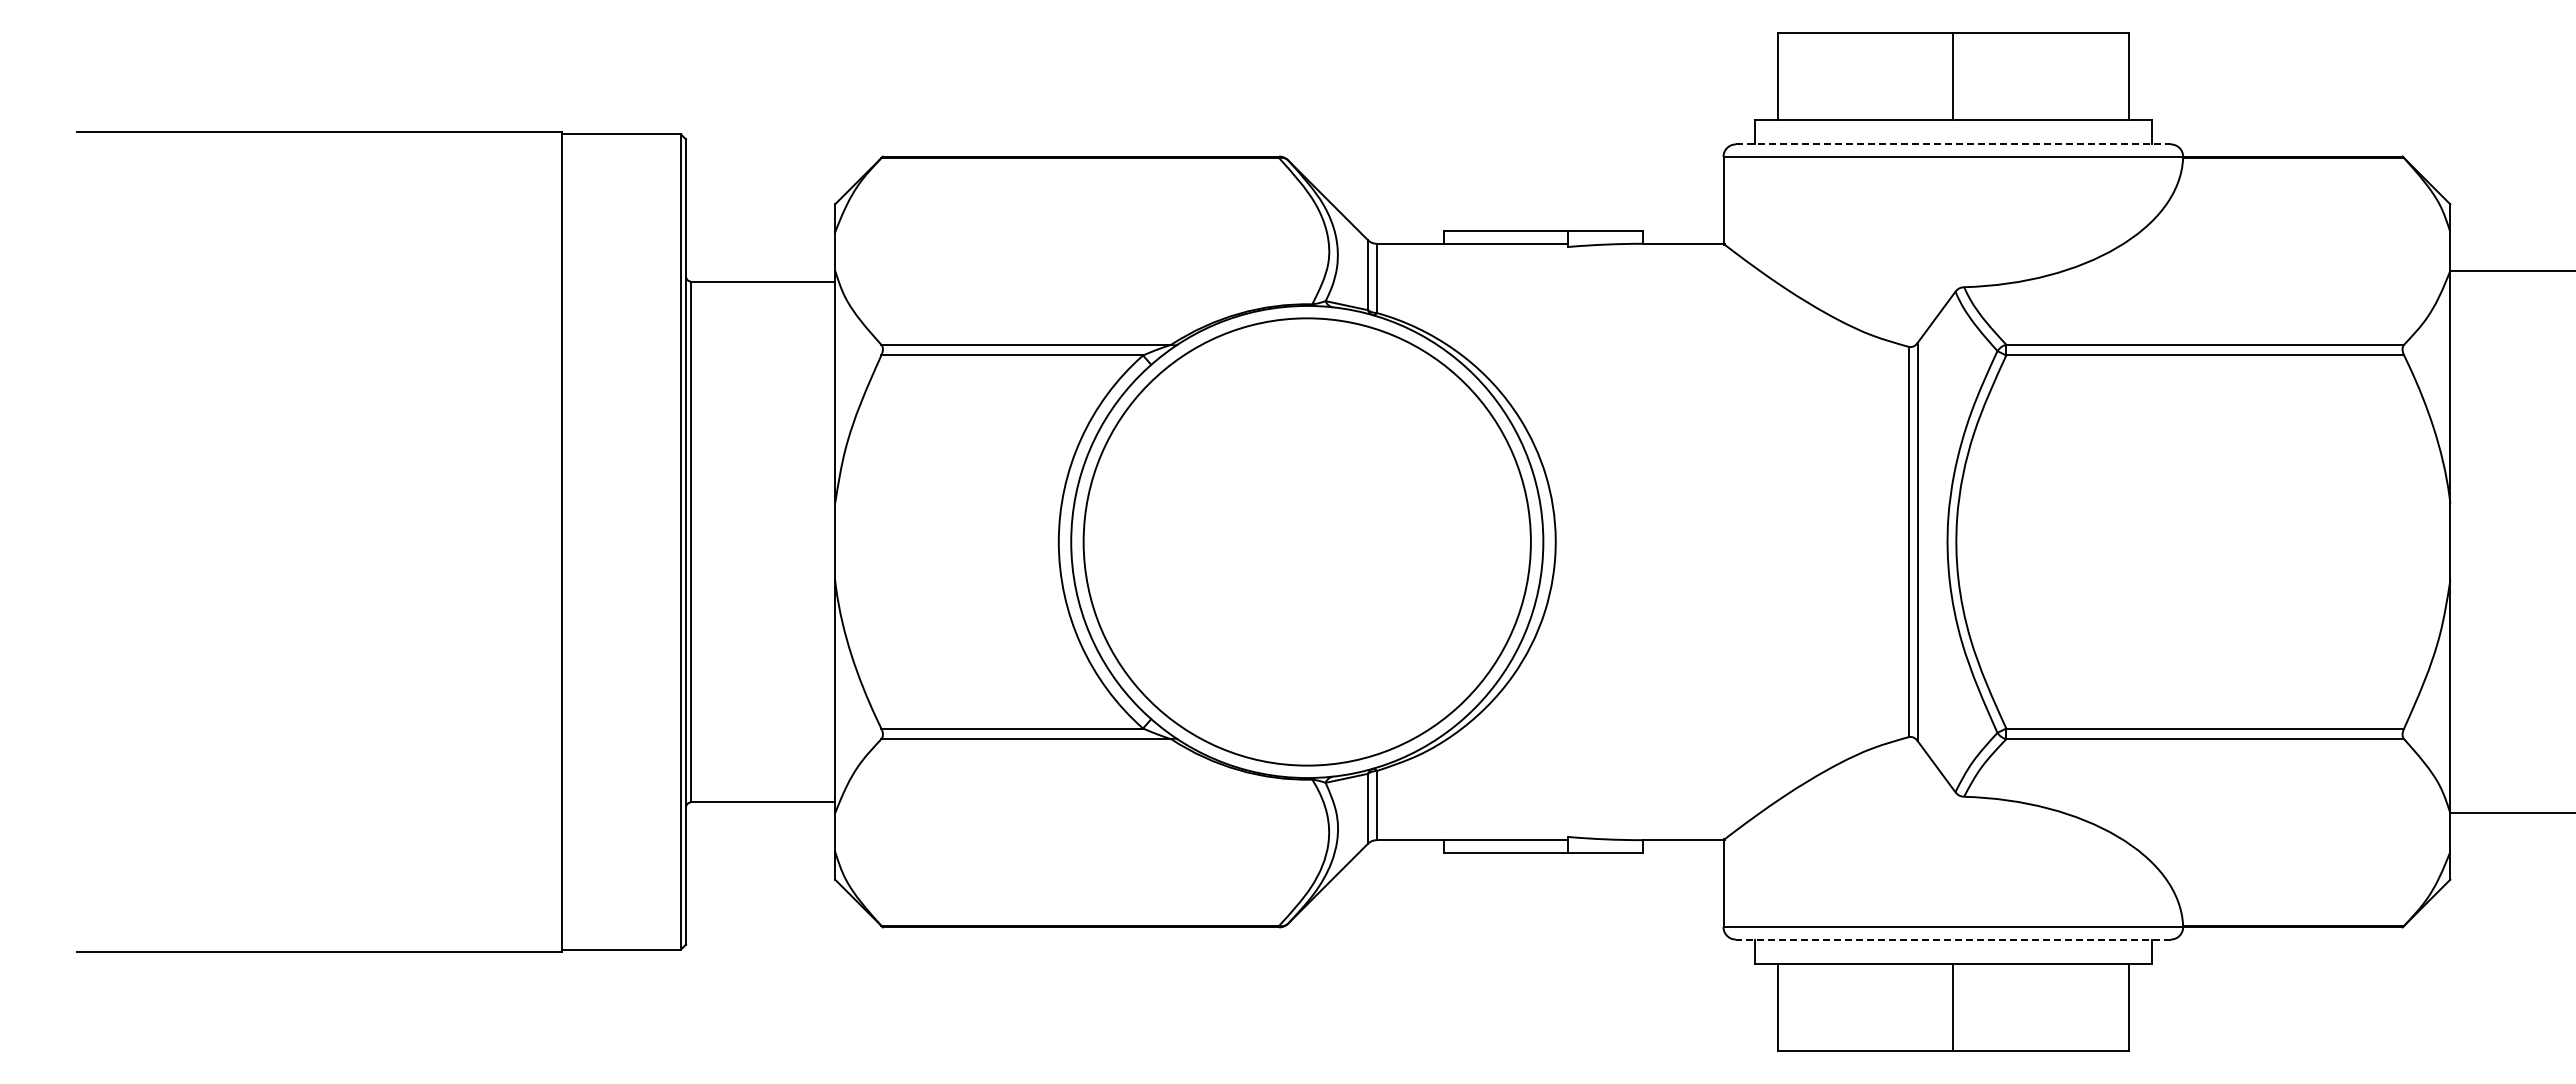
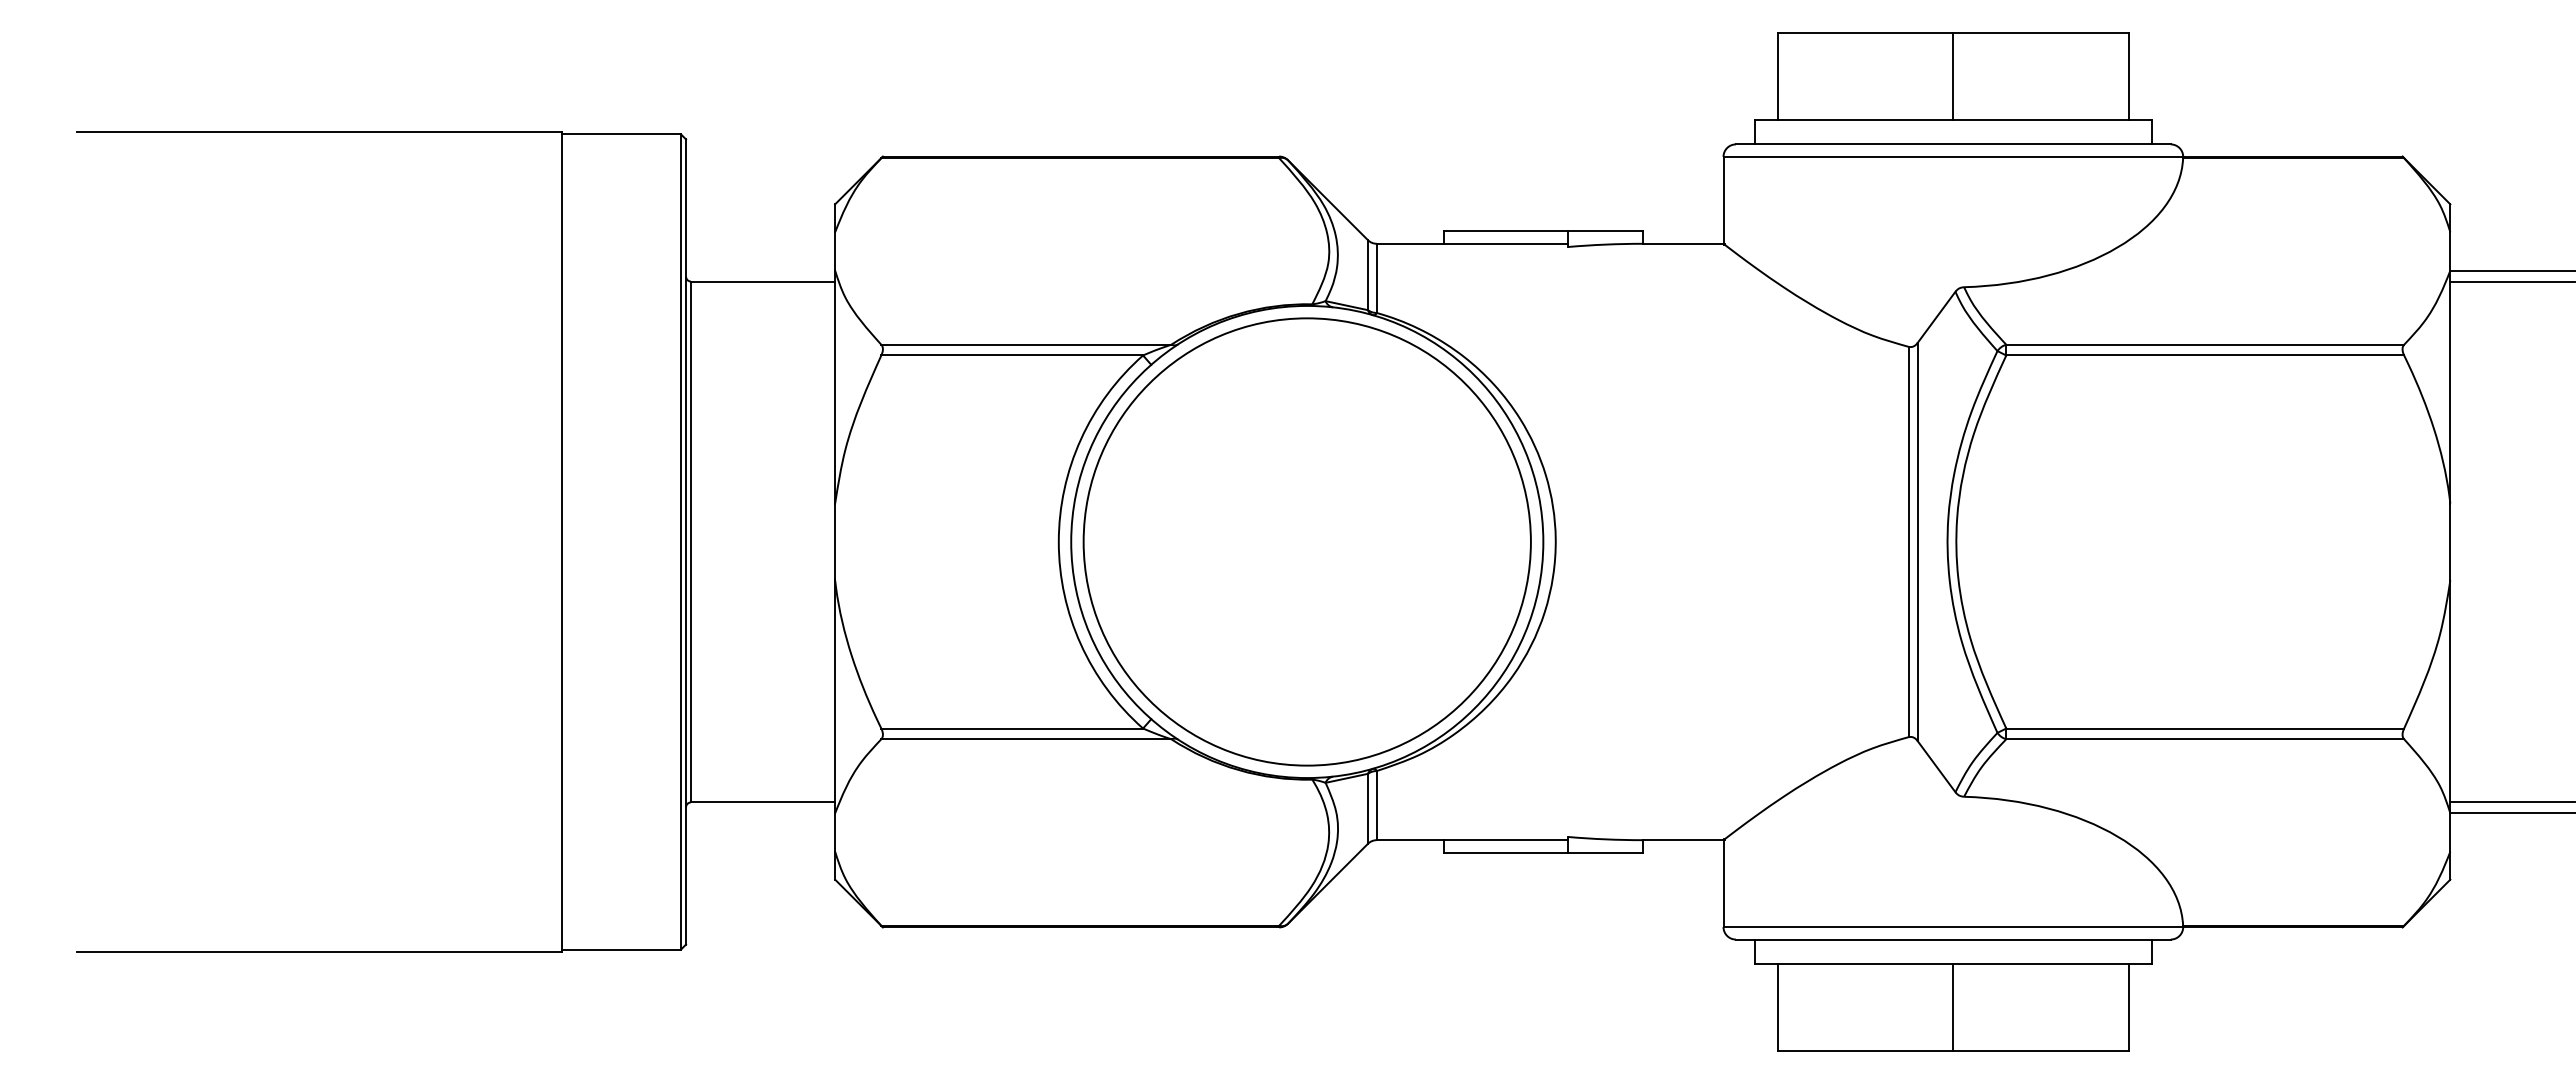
line at (1953, 144): dashed -> solid
line at (2511, 281): none -> present
line at (2511, 802): none -> present
line at (1952, 939): dashed -> solid
